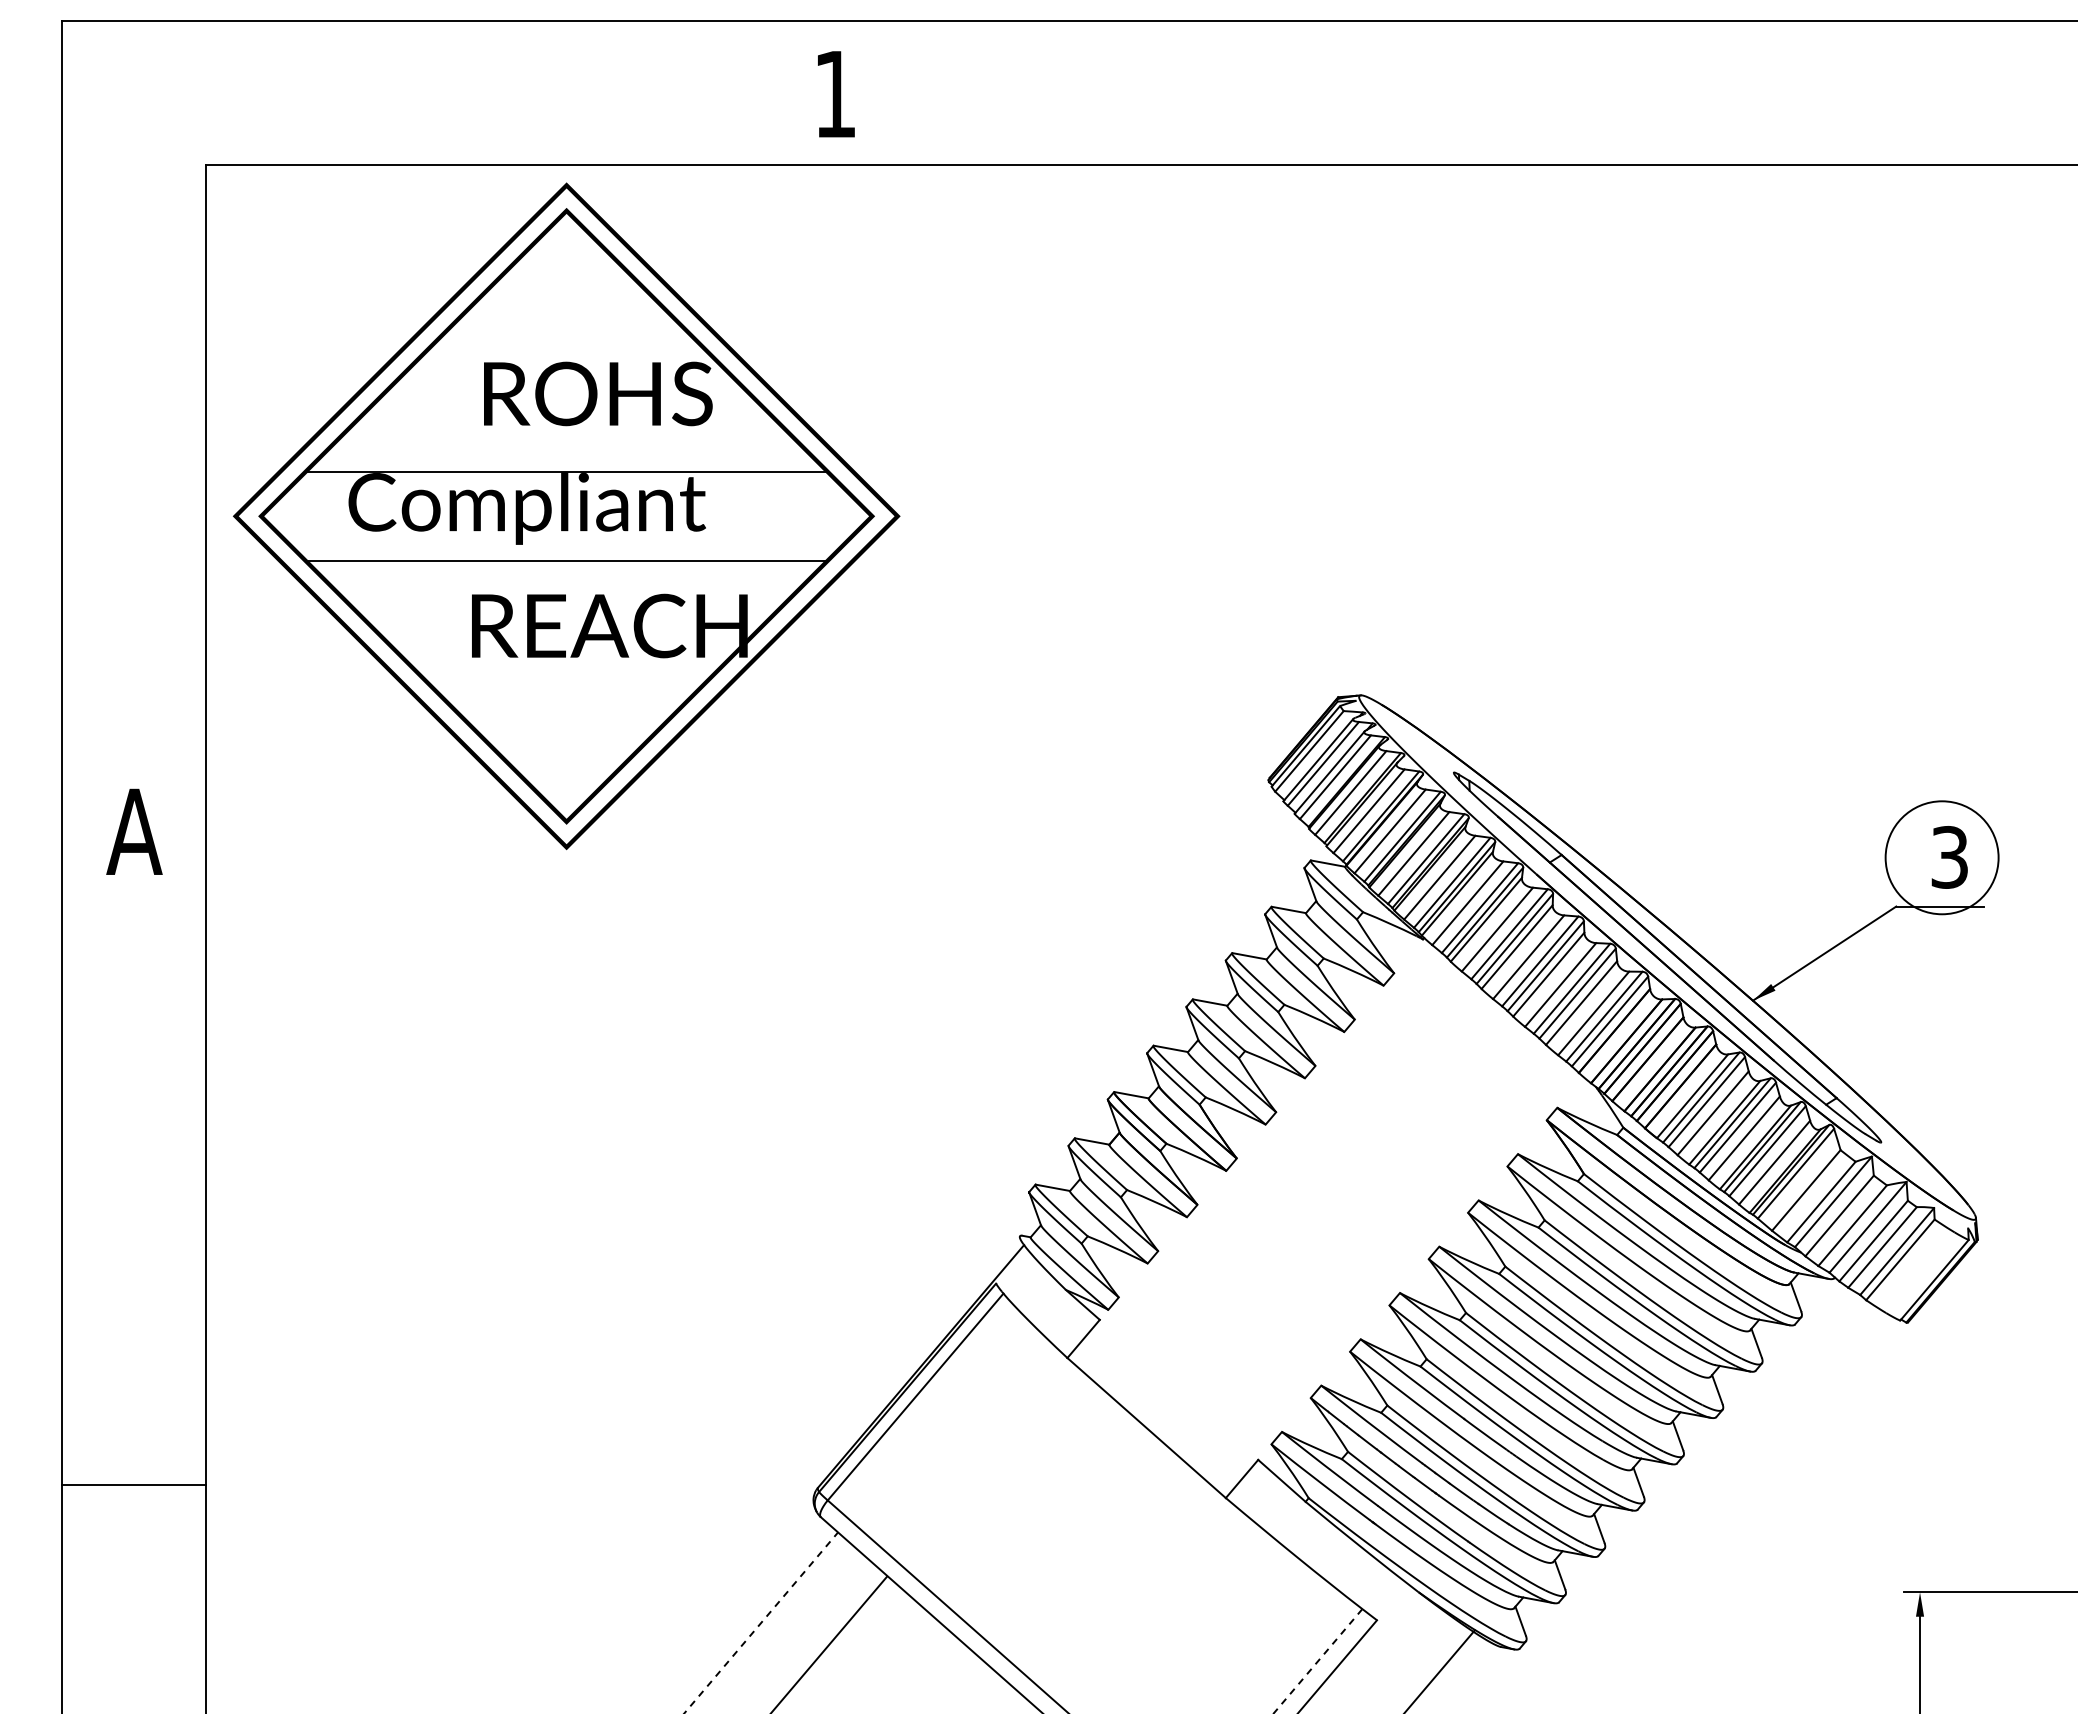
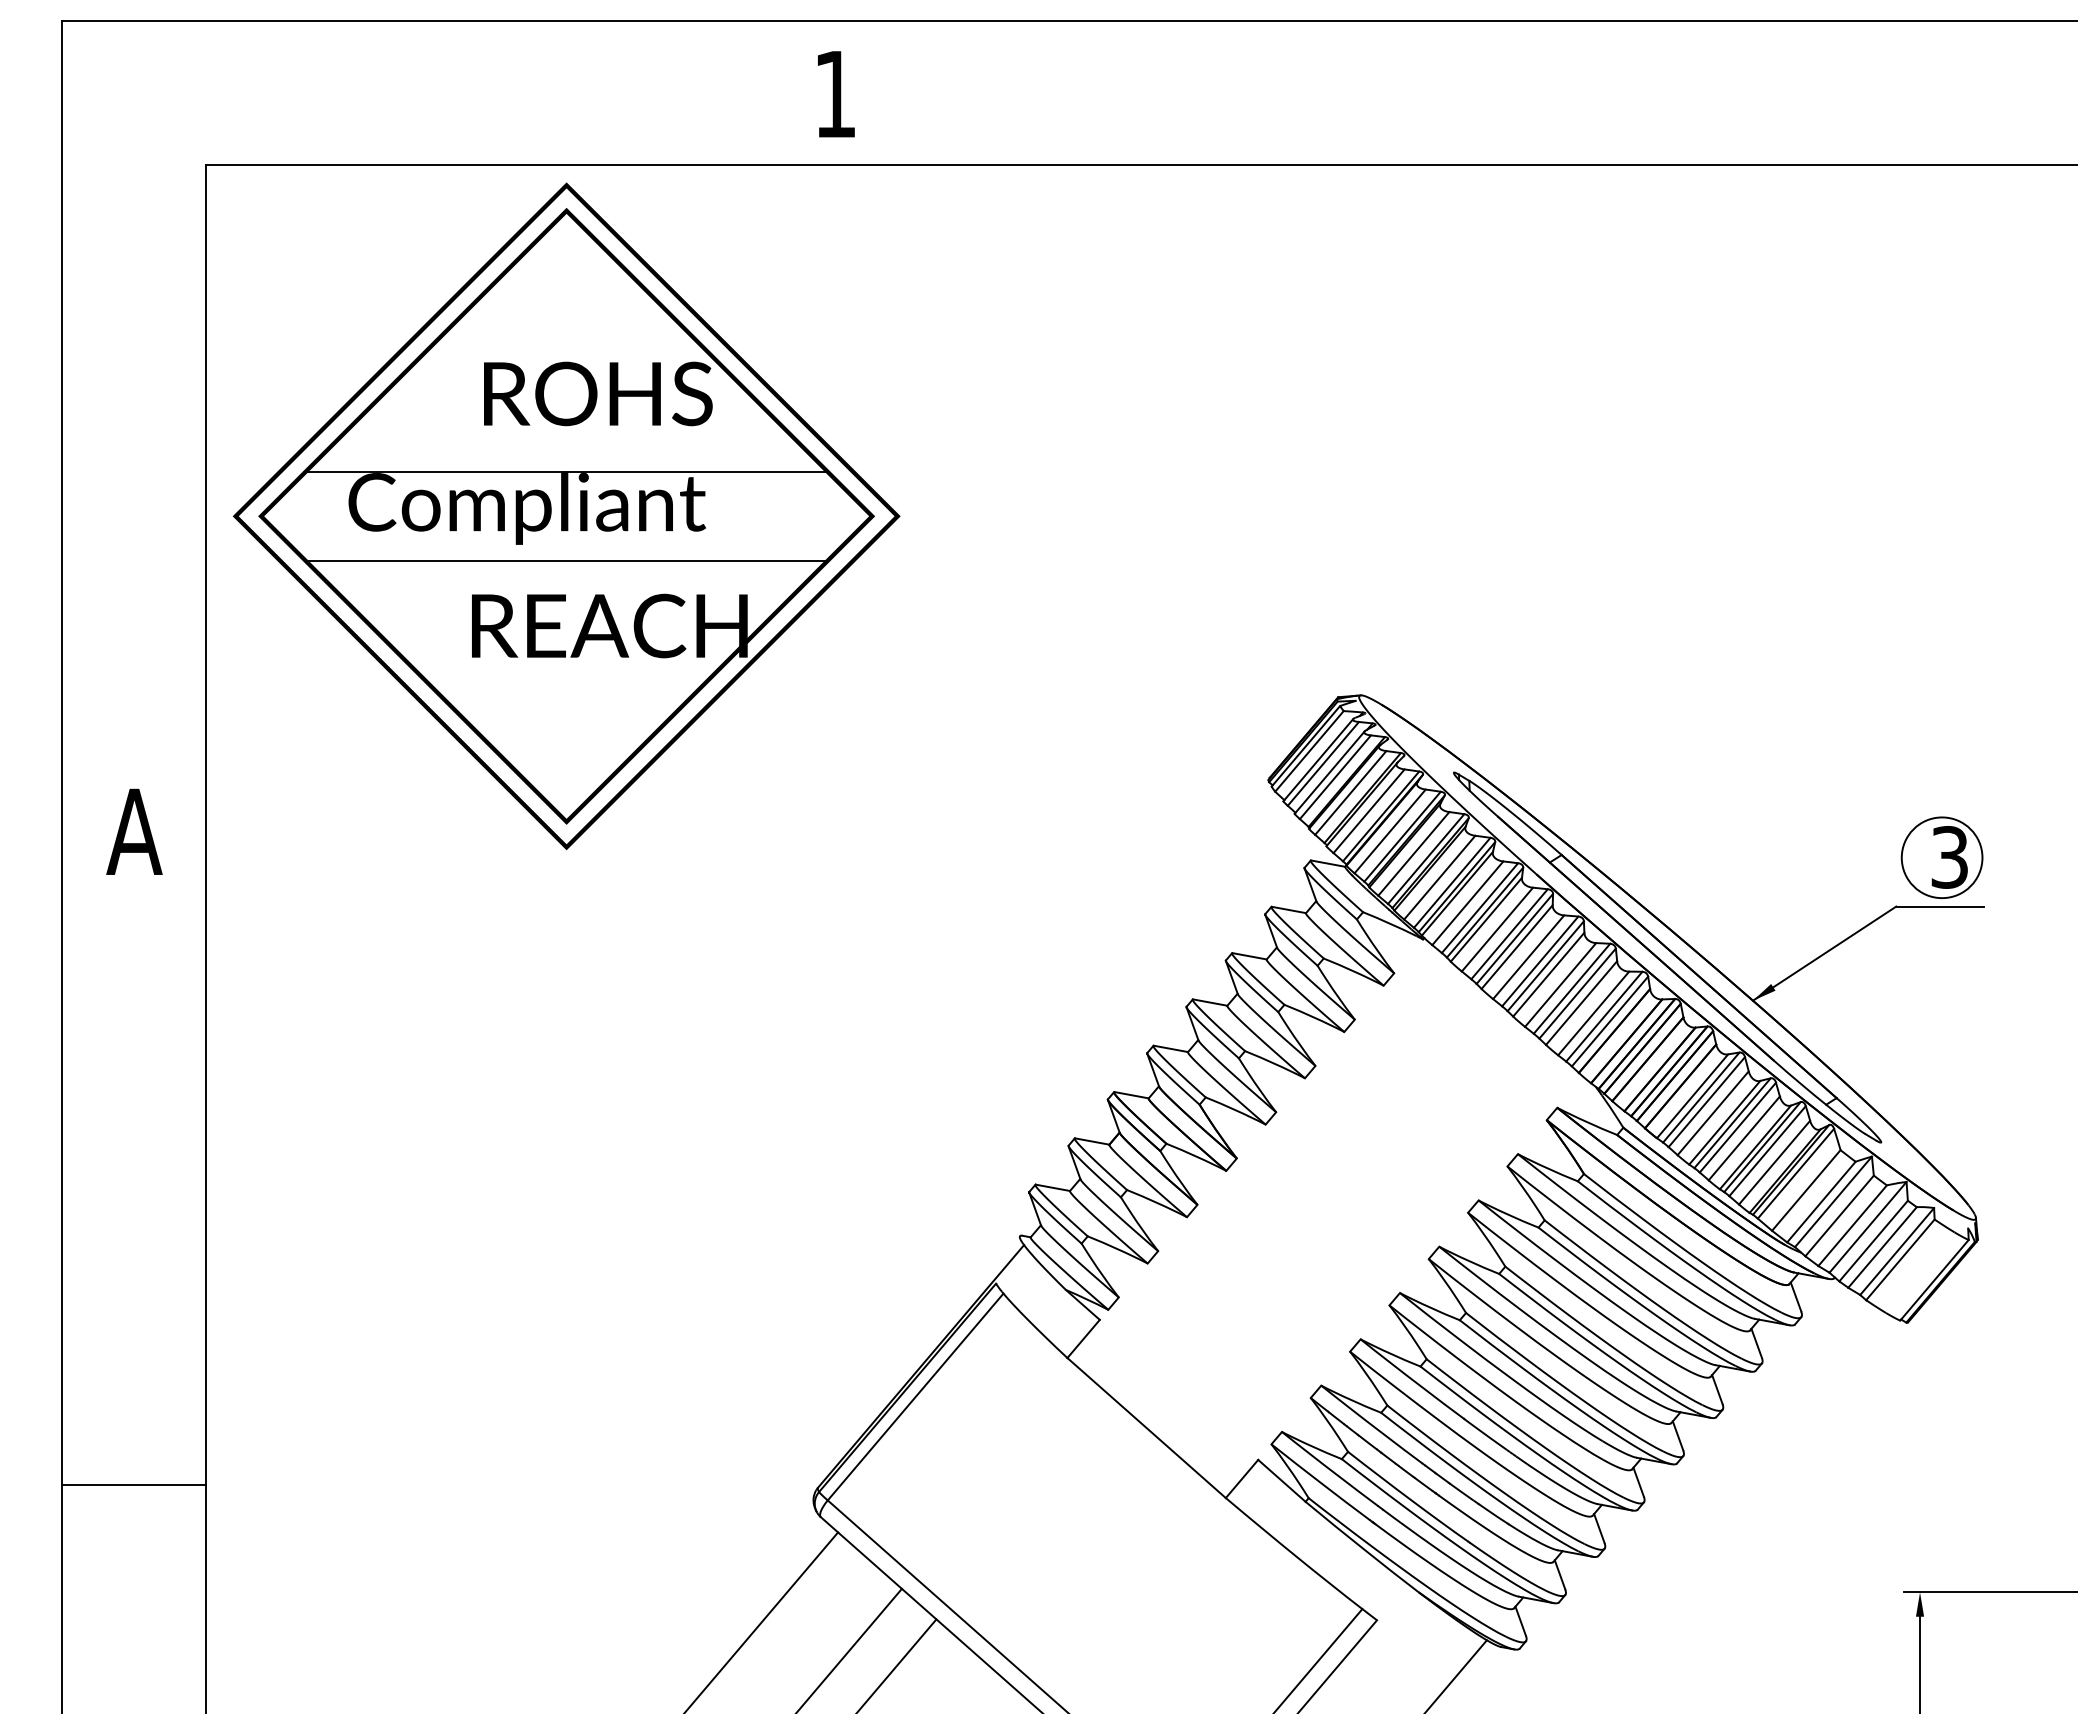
circle at (1941, 857) diameter: 113 px -> 81 px
line at (761, 1622): dashed -> solid
line at (829, 1643) position: (829, 1643) -> (849, 1649)
line at (1317, 1661): dashed -> solid
line at (897, 1664): none -> present
line at (1440, 1670) position: (1440, 1670) -> (1456, 1675)
